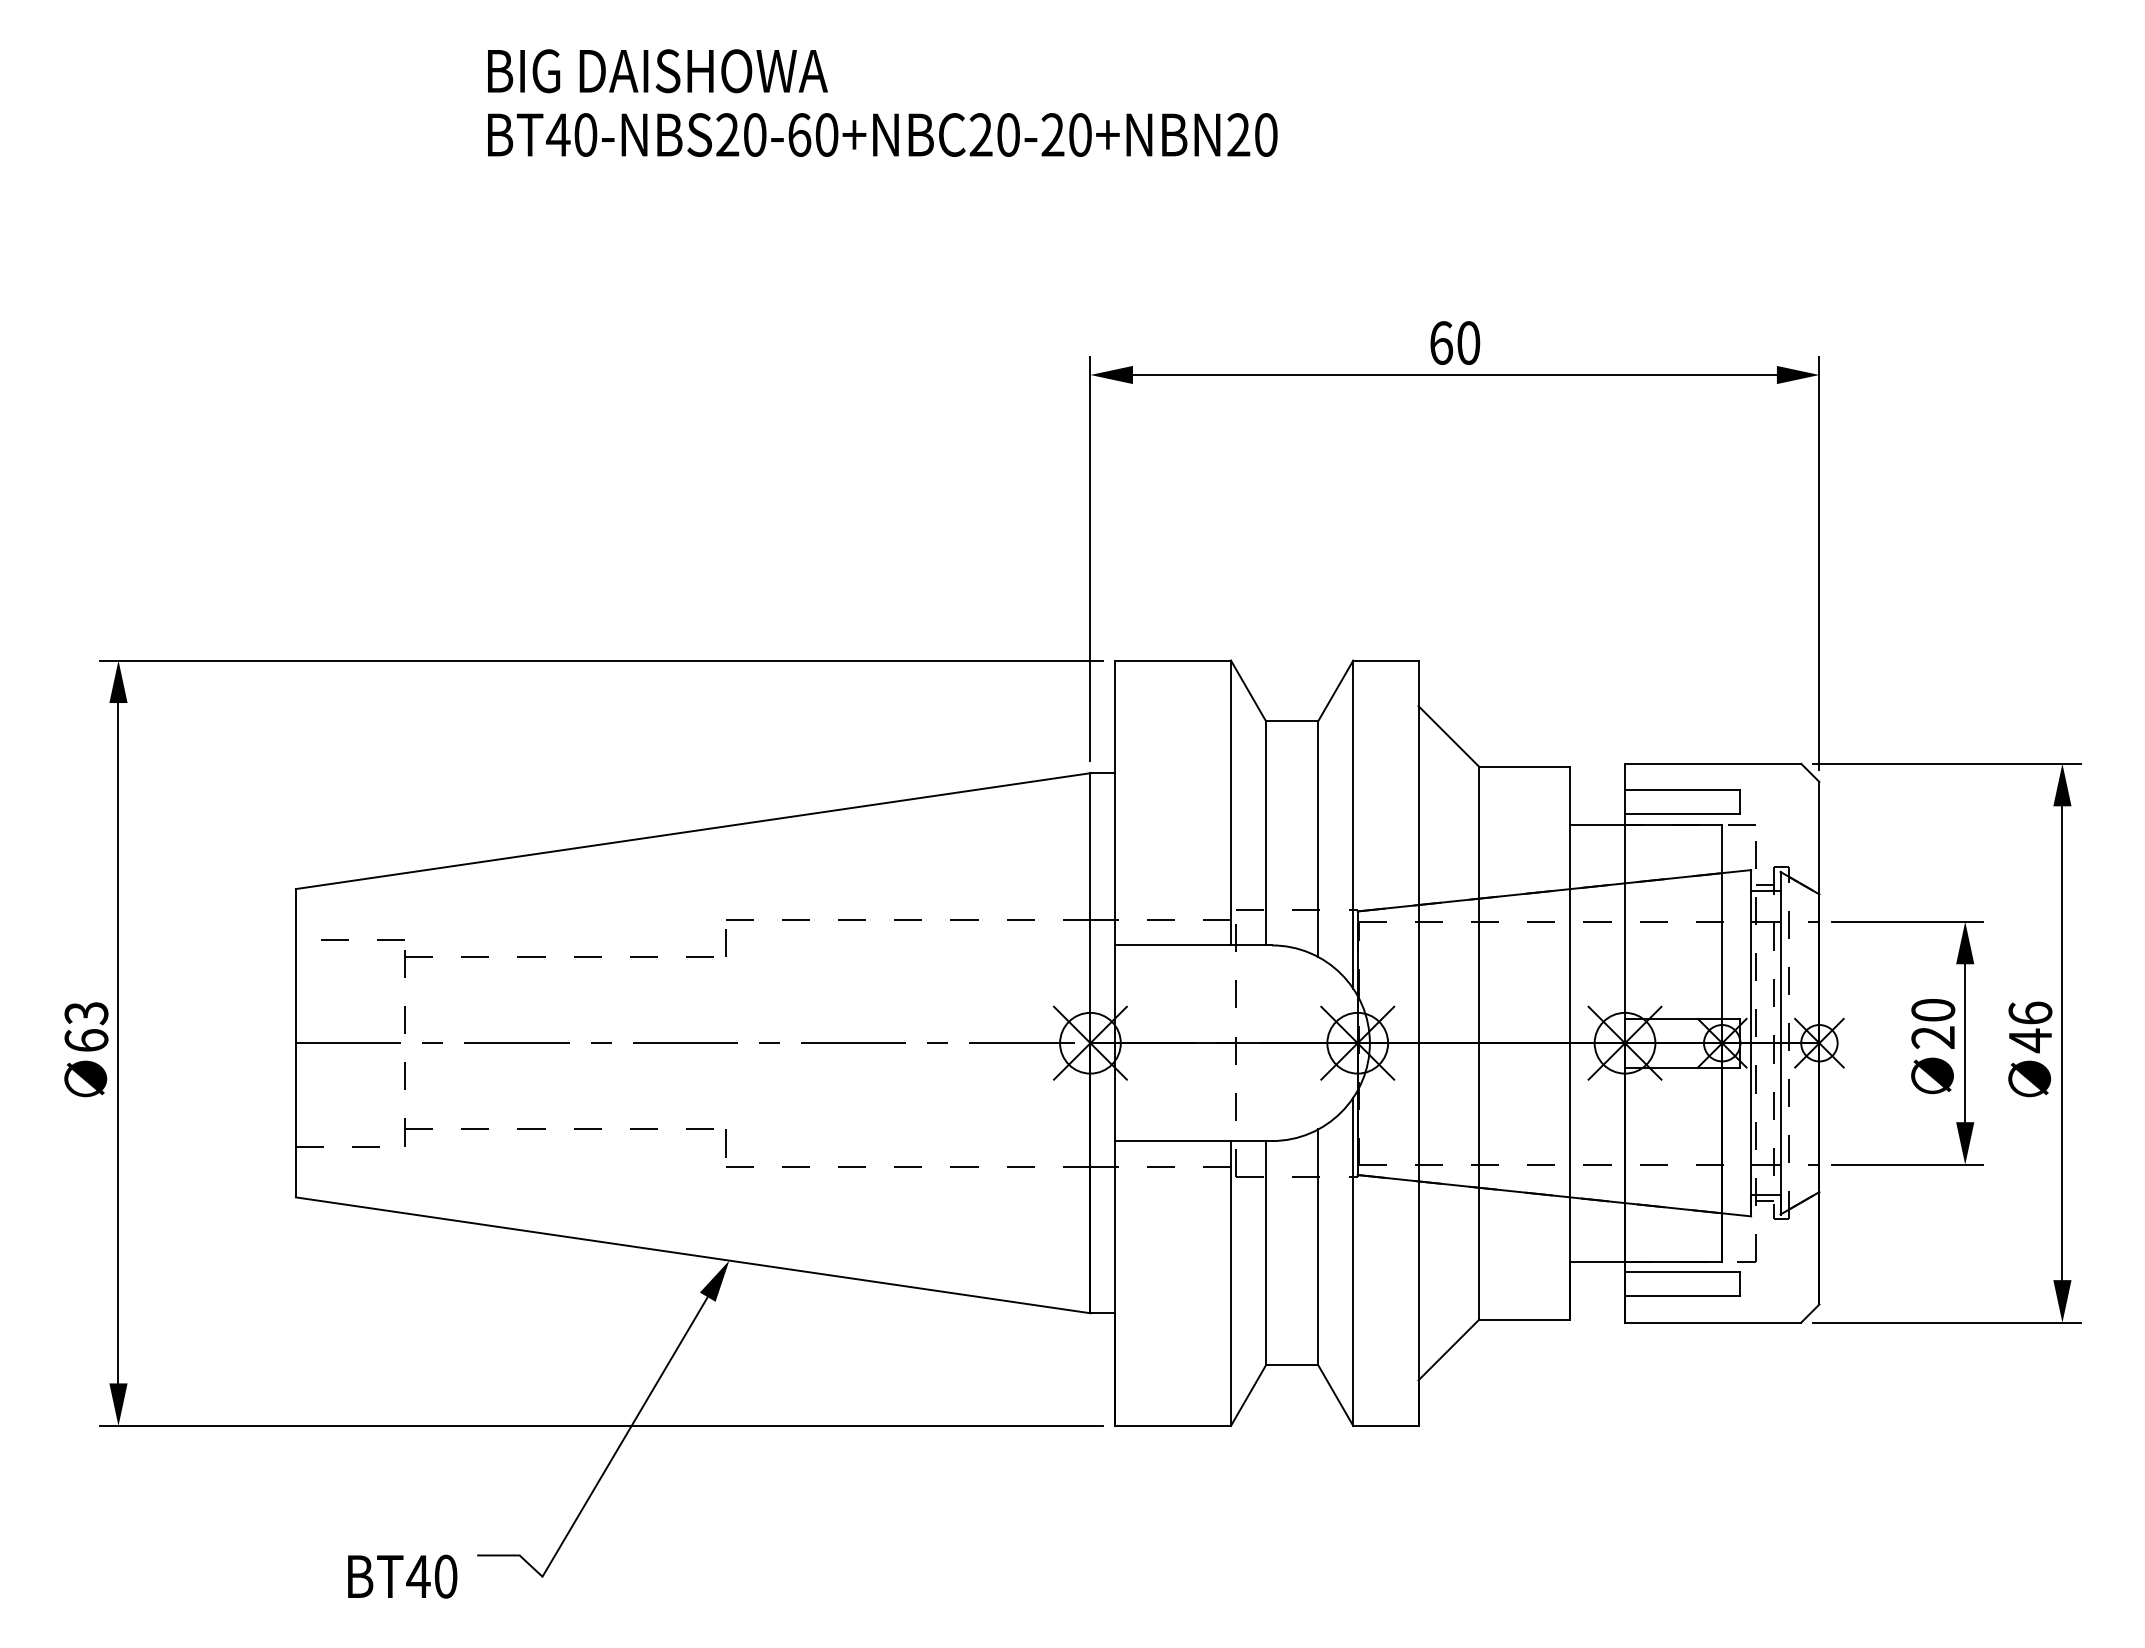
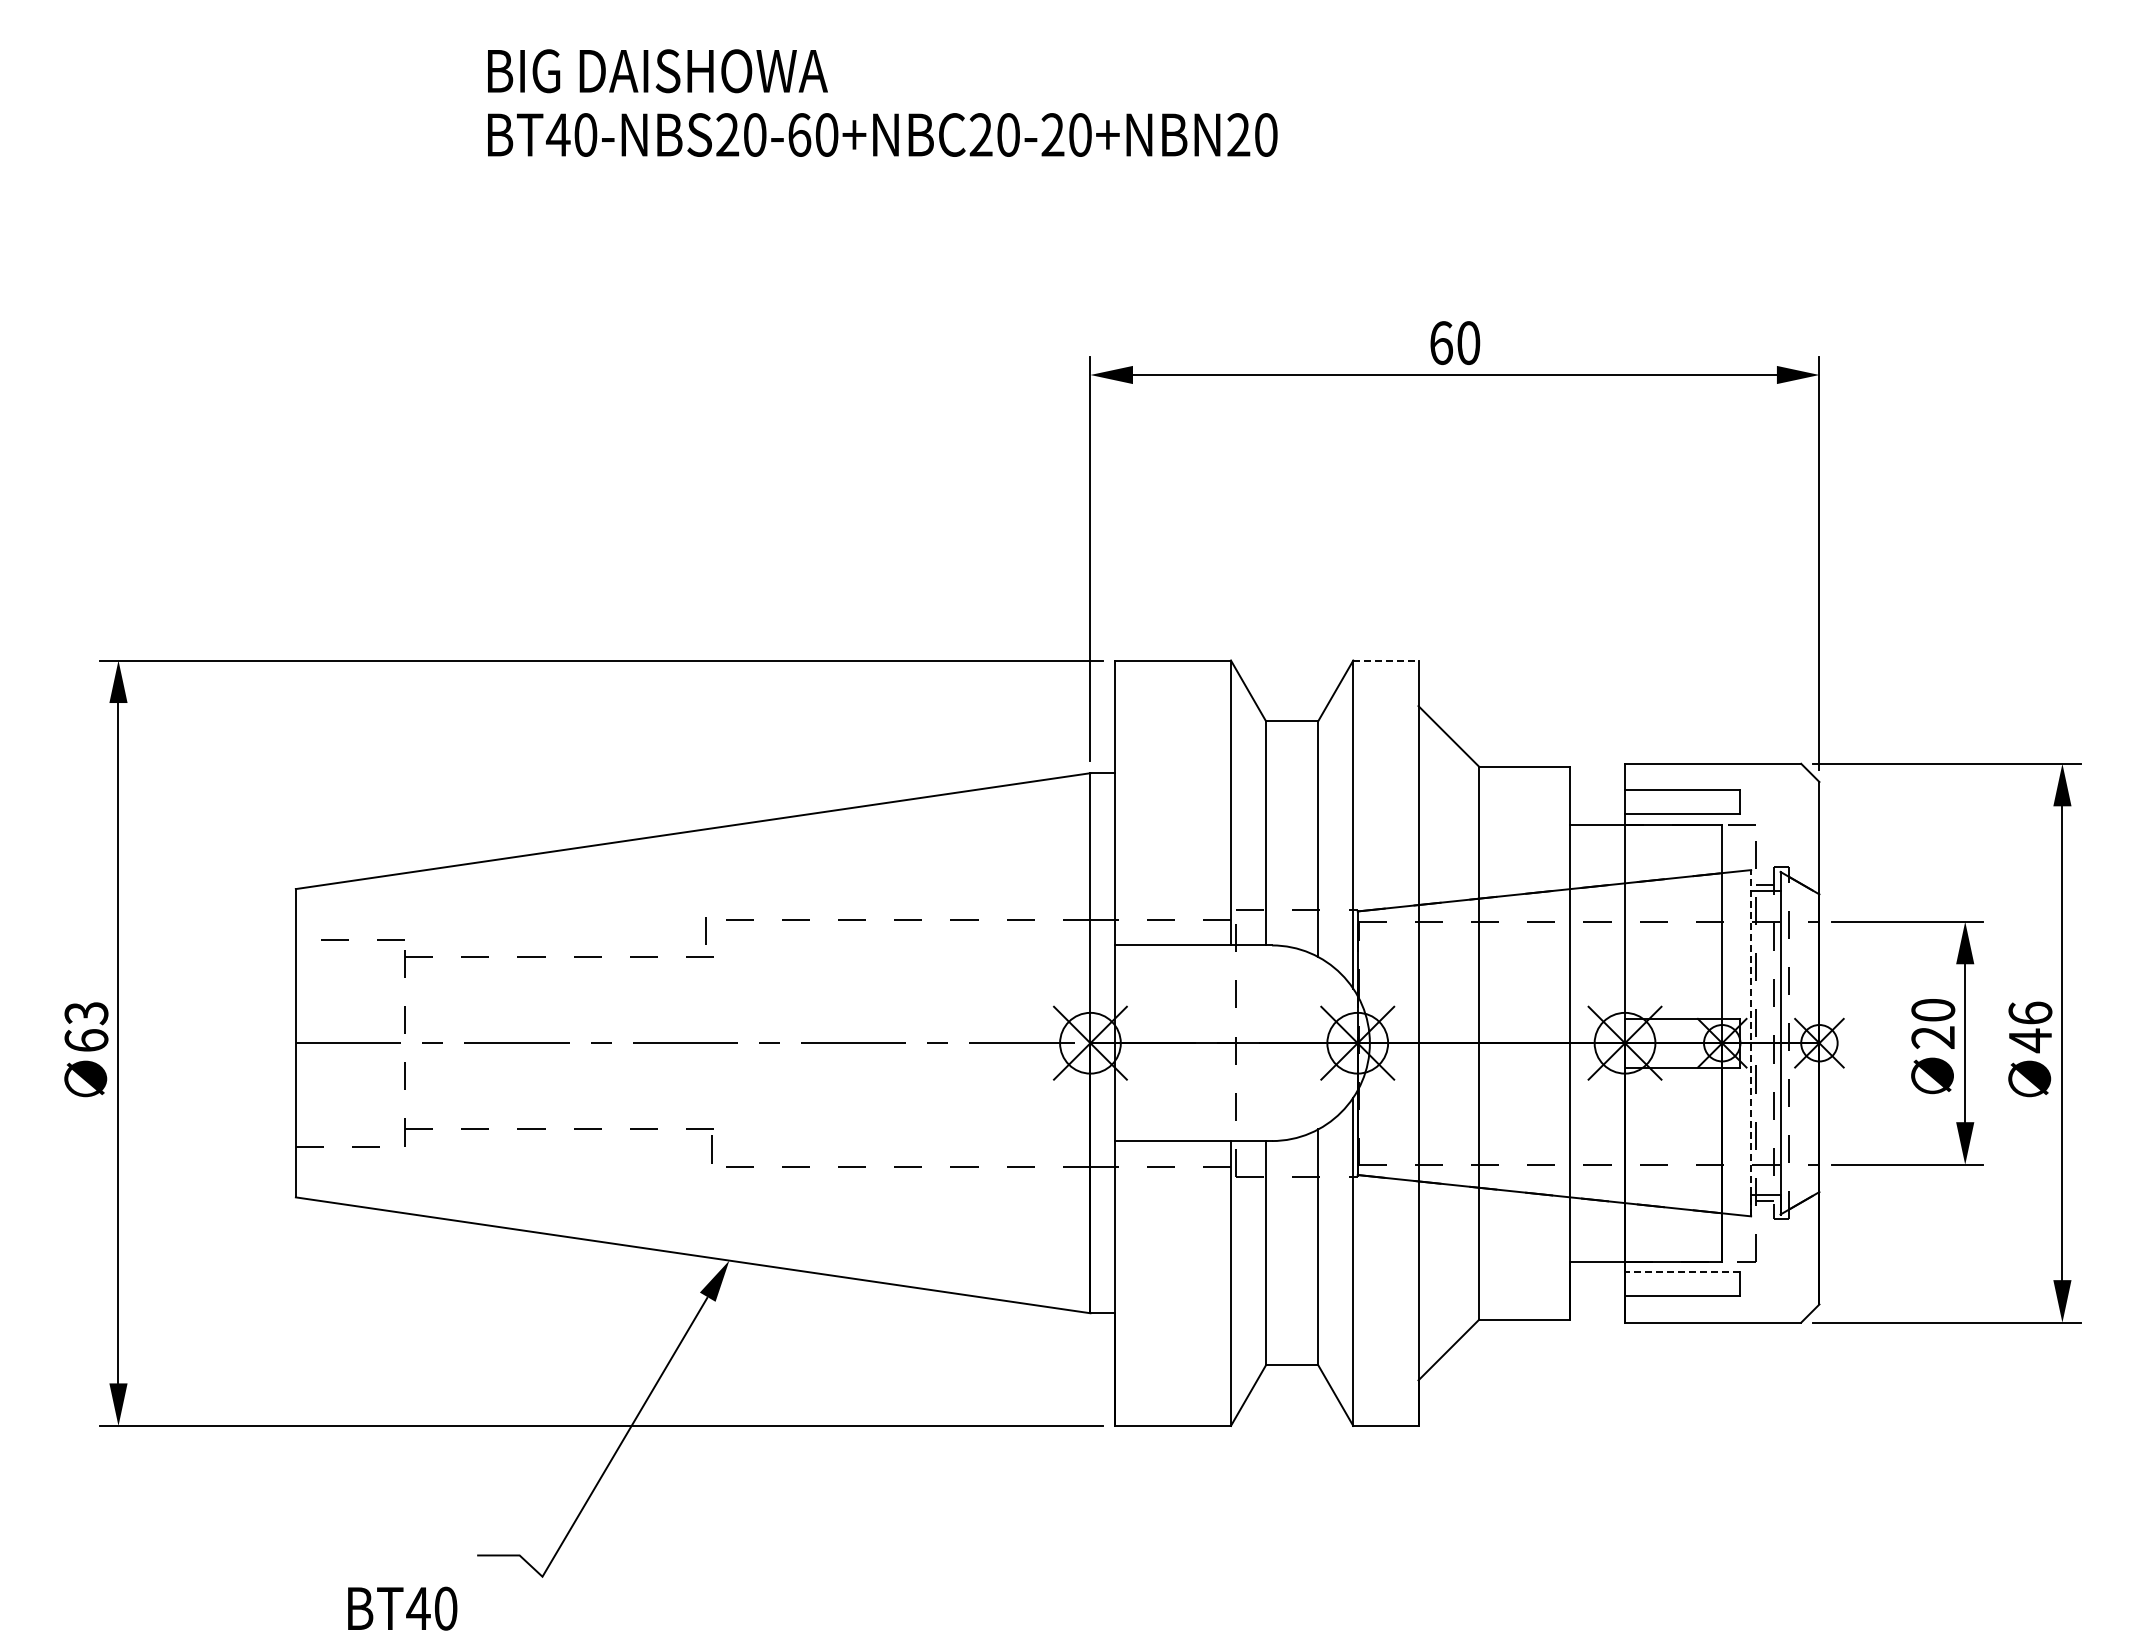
line at (1385, 660): solid -> dashed
line at (725, 942) position: (725, 942) -> (705, 930)
line at (1751, 1042): solid -> dashed
line at (725, 1143) position: (725, 1143) -> (711, 1149)
line at (1682, 1272): solid -> dashed
text at (402, 1576) position: (402, 1576) -> (402, 1608)
